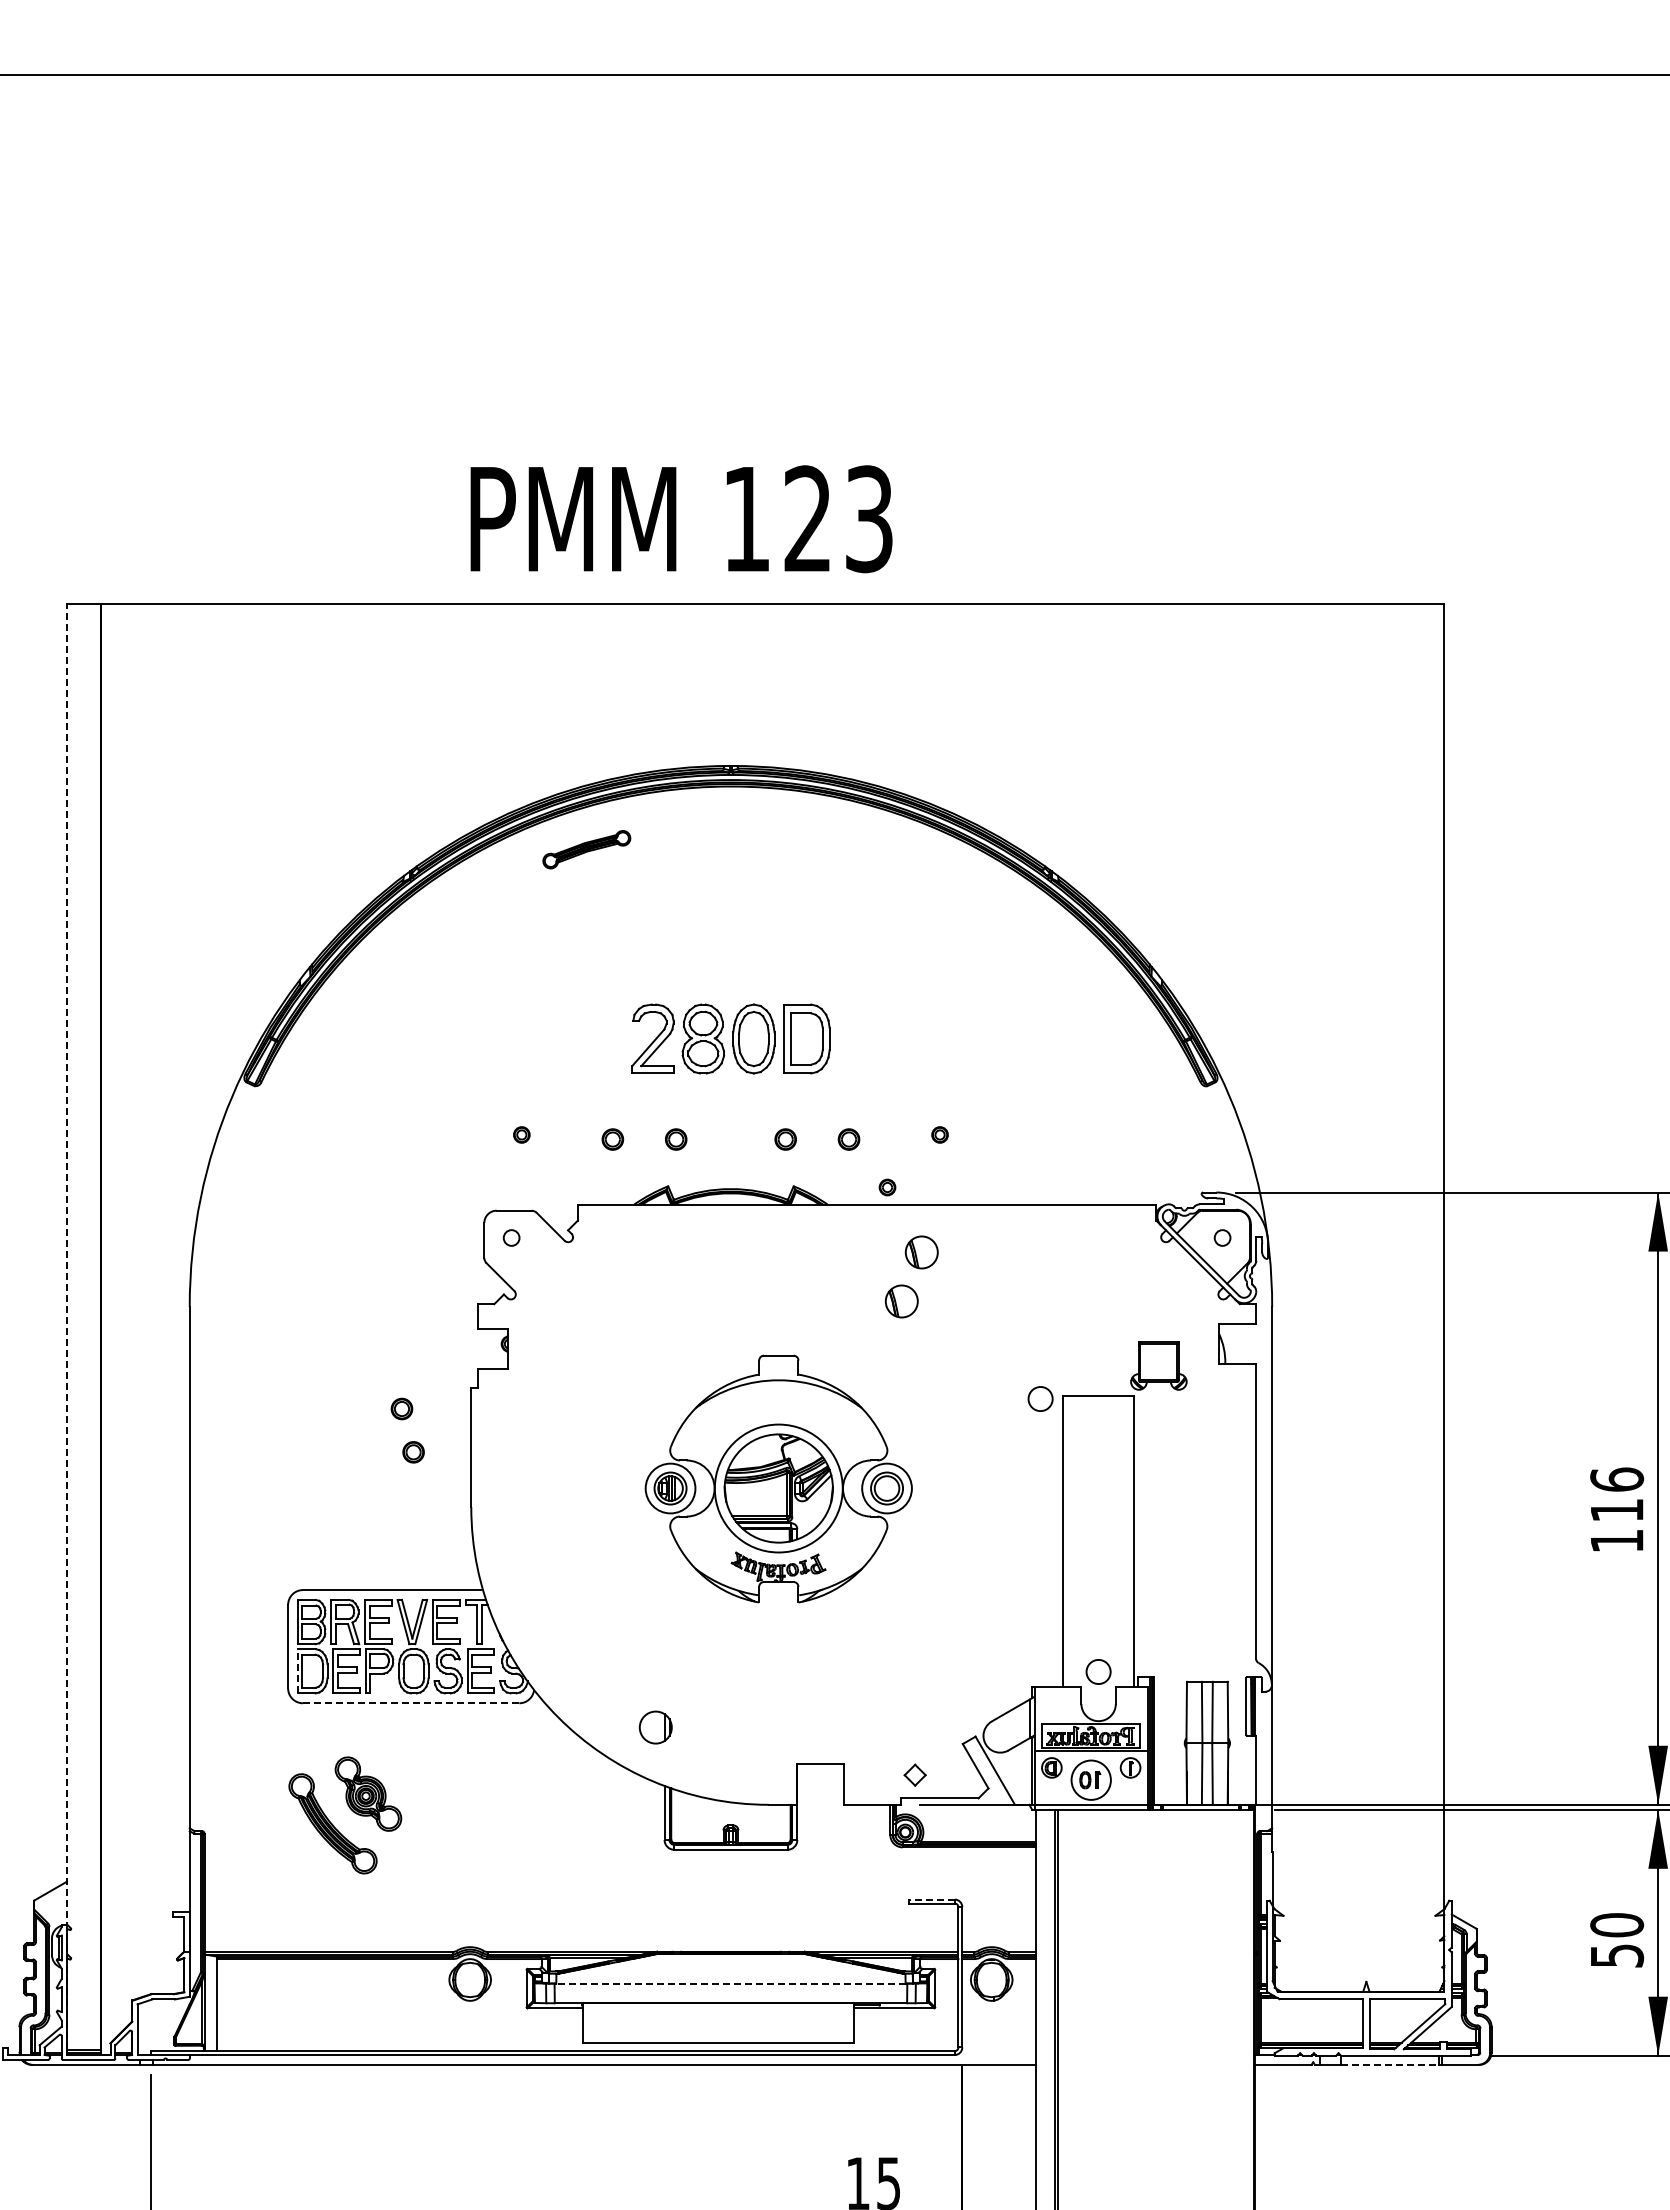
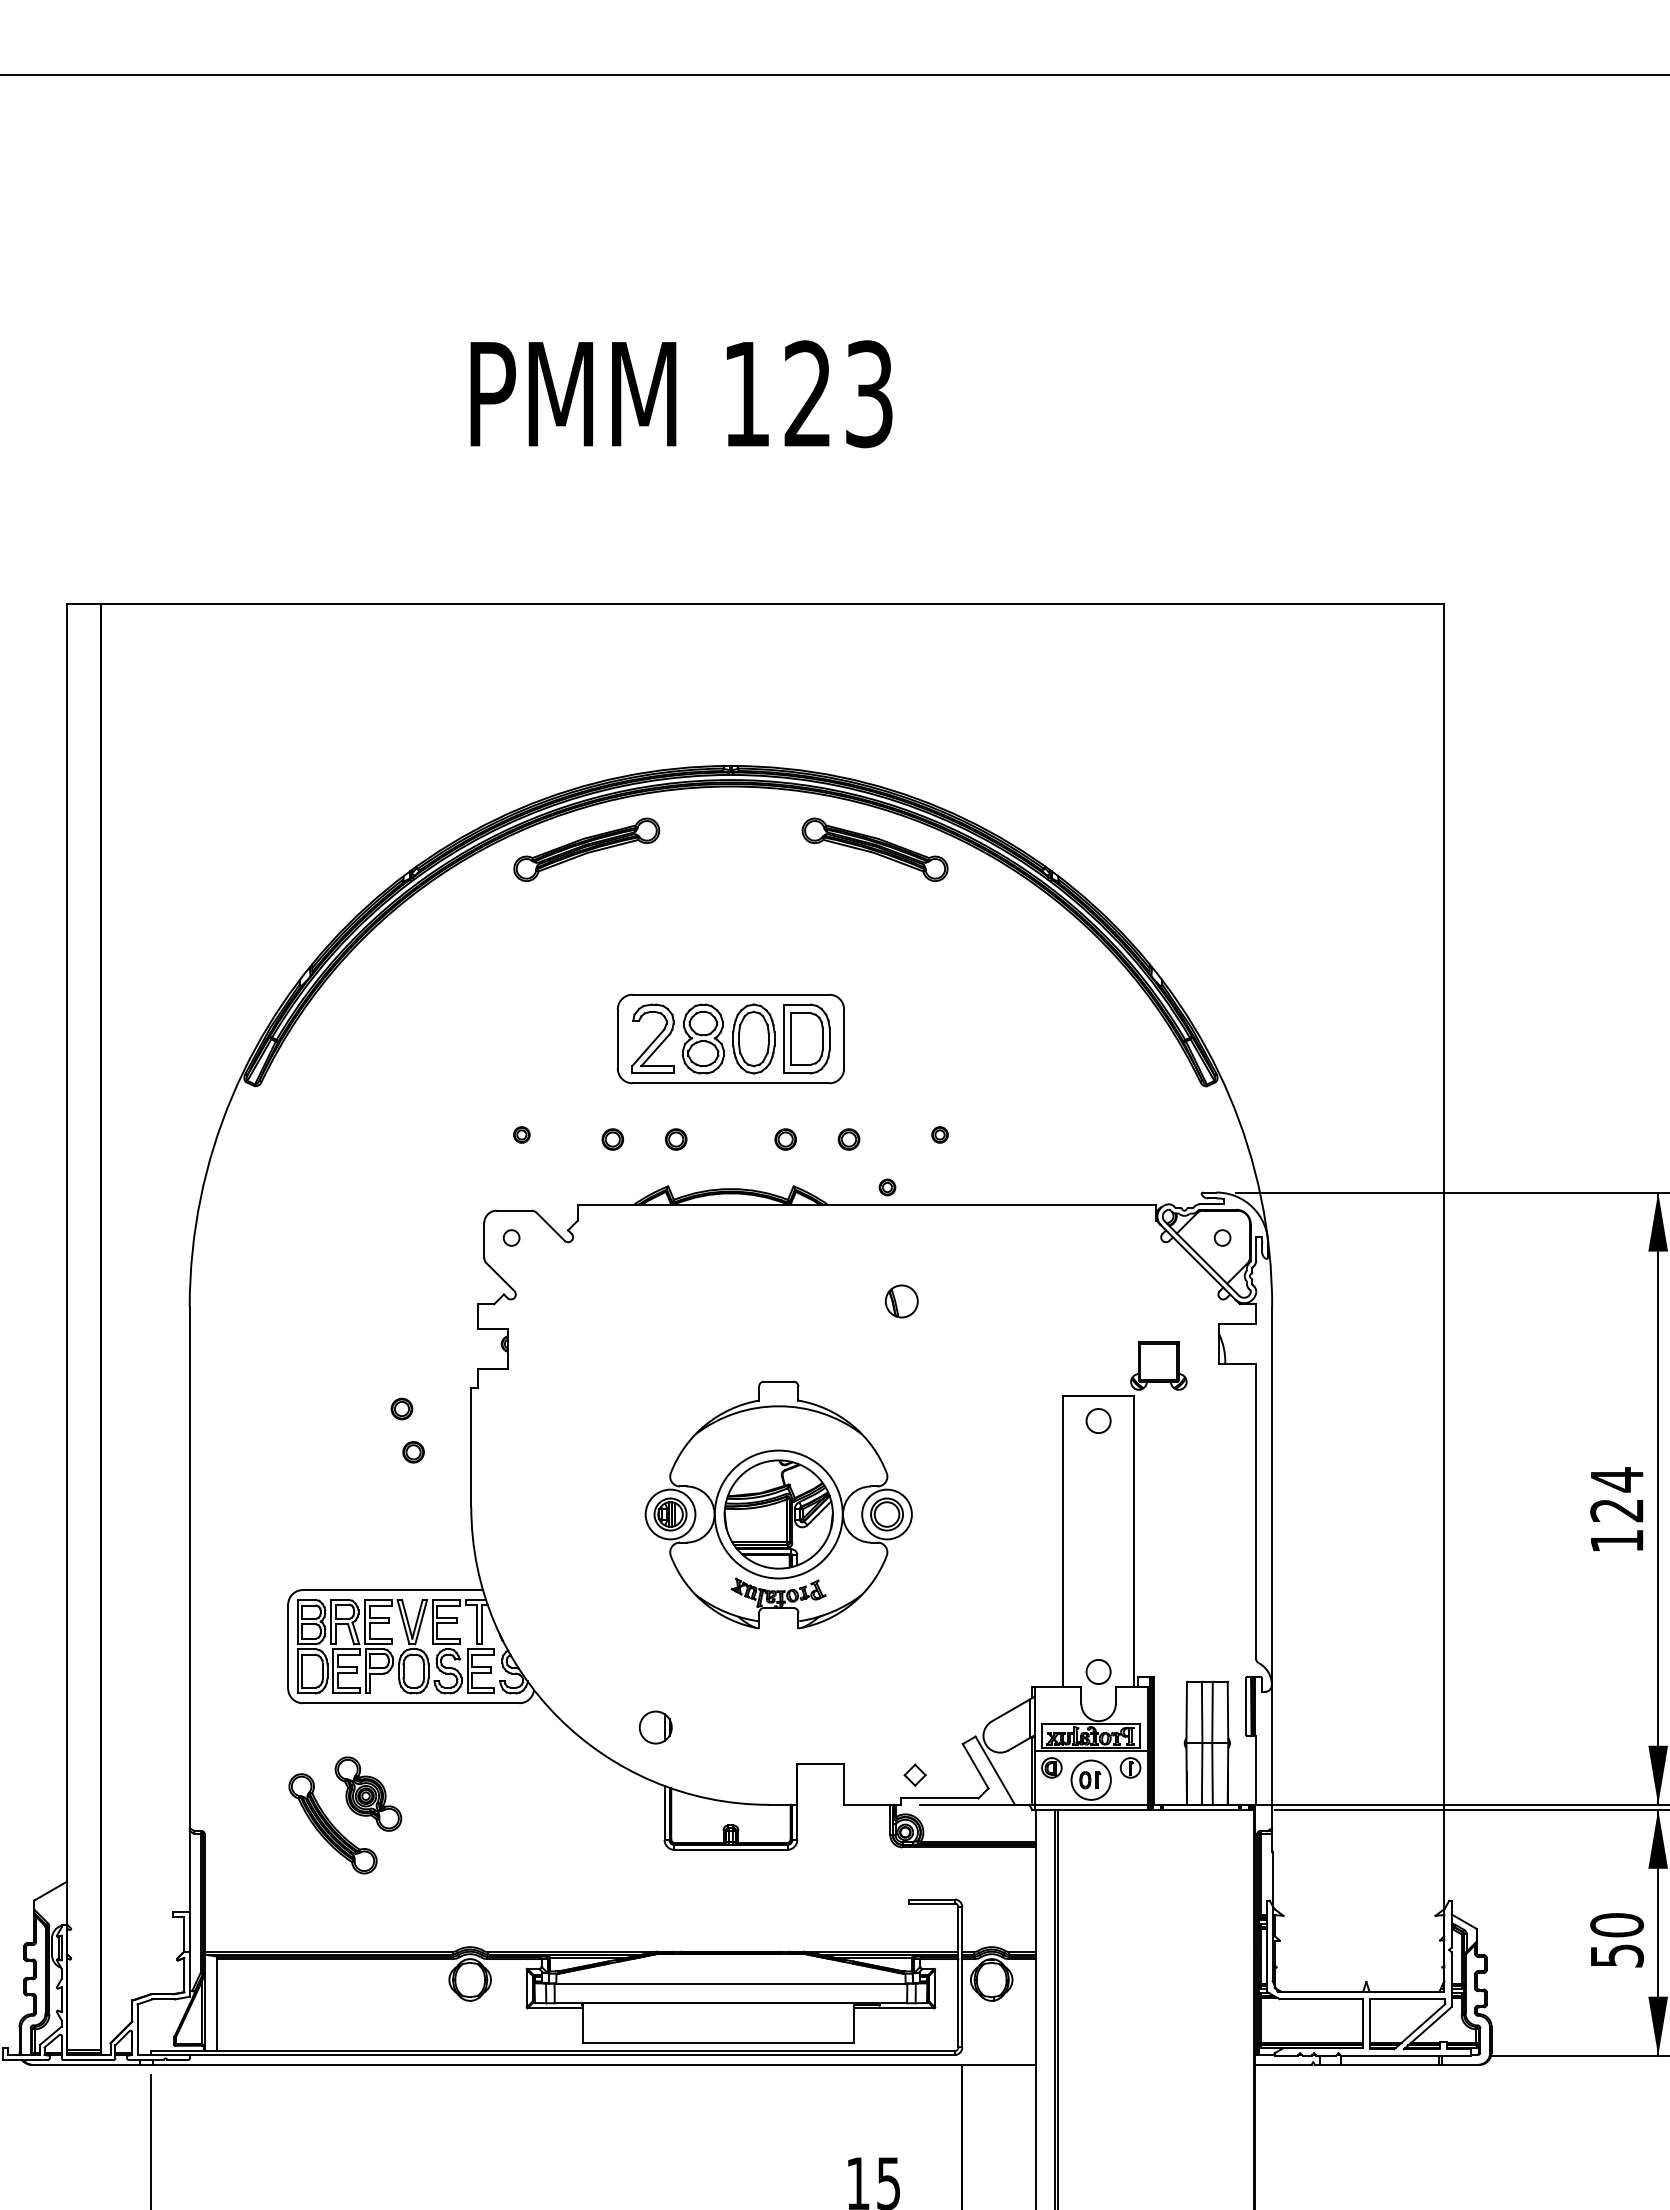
text at (681, 519) position: (681, 519) -> (681, 394)
part at (586, 849) size: 90x40 px -> 148x65 px
part at (874, 849): none -> present
part at (730, 1038): none -> present
part at (921, 1252): present -> none
line at (66, 1326): dashed -> solid
circle at (1040, 1398) position: (1040, 1398) -> (1098, 1420)
part at (778, 1478) position: (778, 1478) -> (778, 1504)
text at (1617, 1494): 116 -> 124
line at (297, 1670): dashed -> solid
line at (411, 1703): dashed -> solid
line at (931, 1899): dashed -> solid
line at (730, 1983): dashed -> solid
line at (1390, 2064): dashed -> solid
